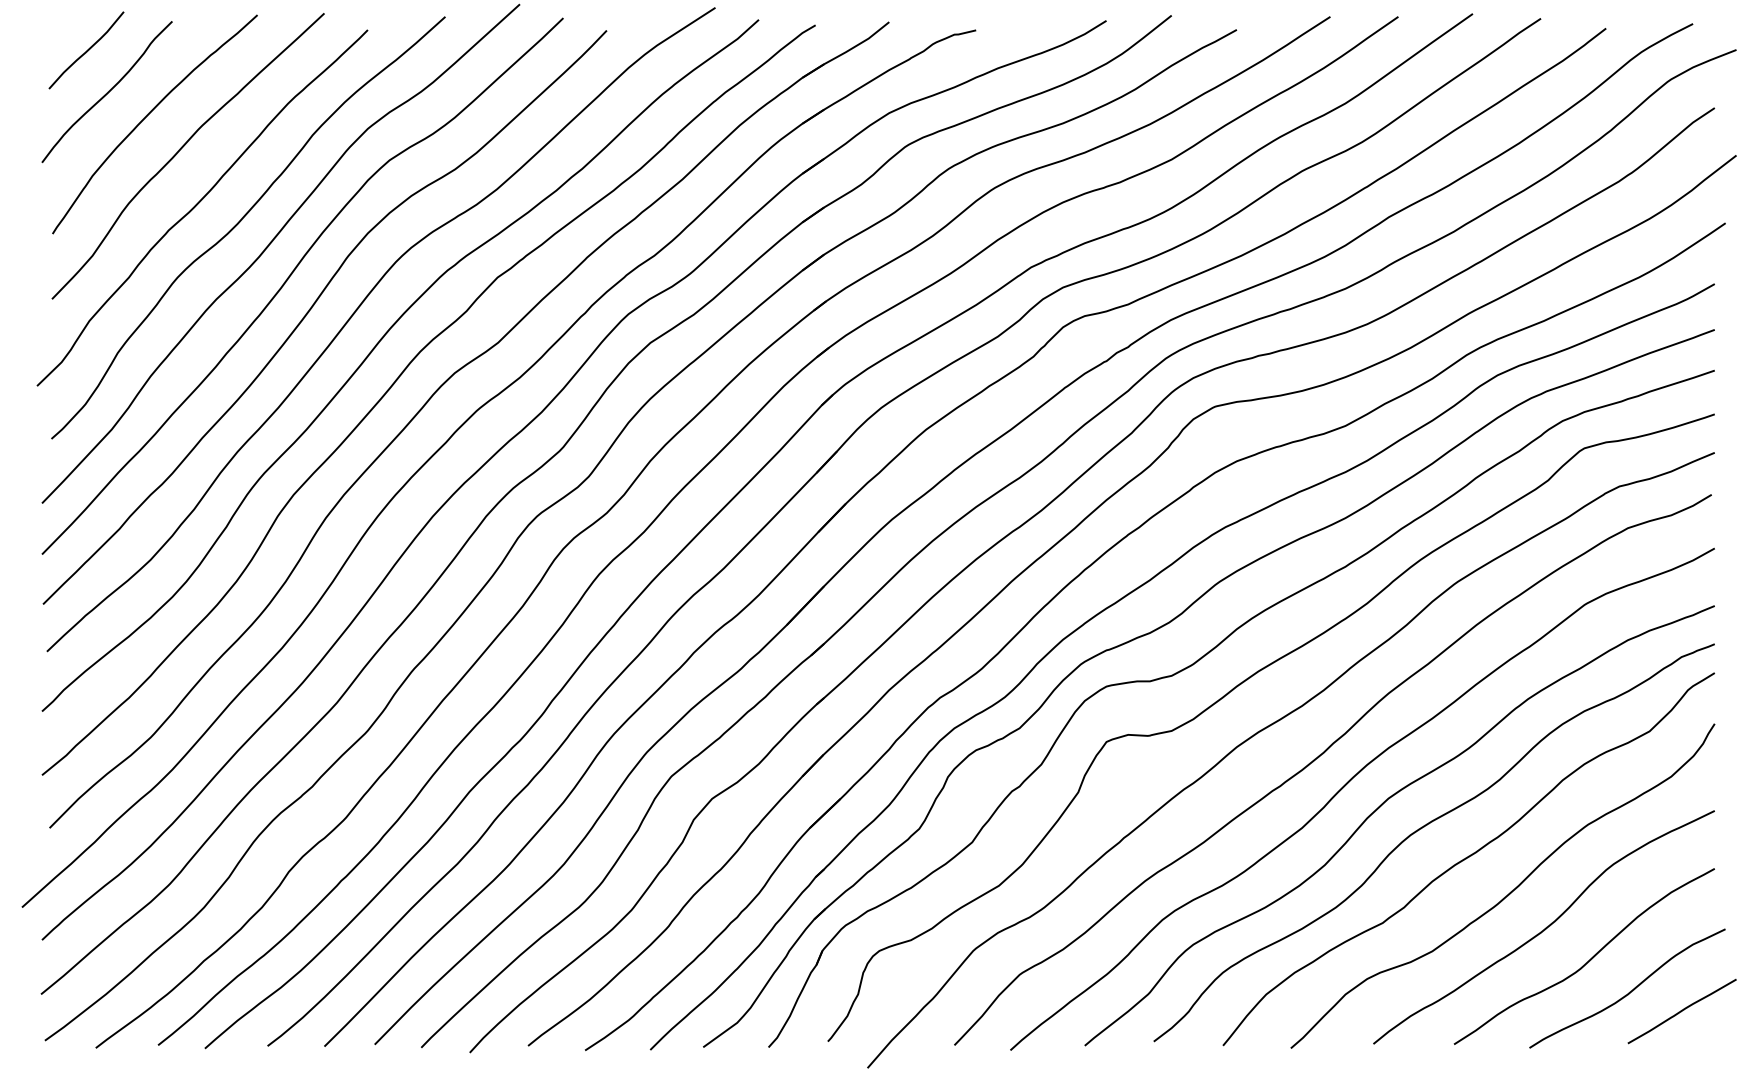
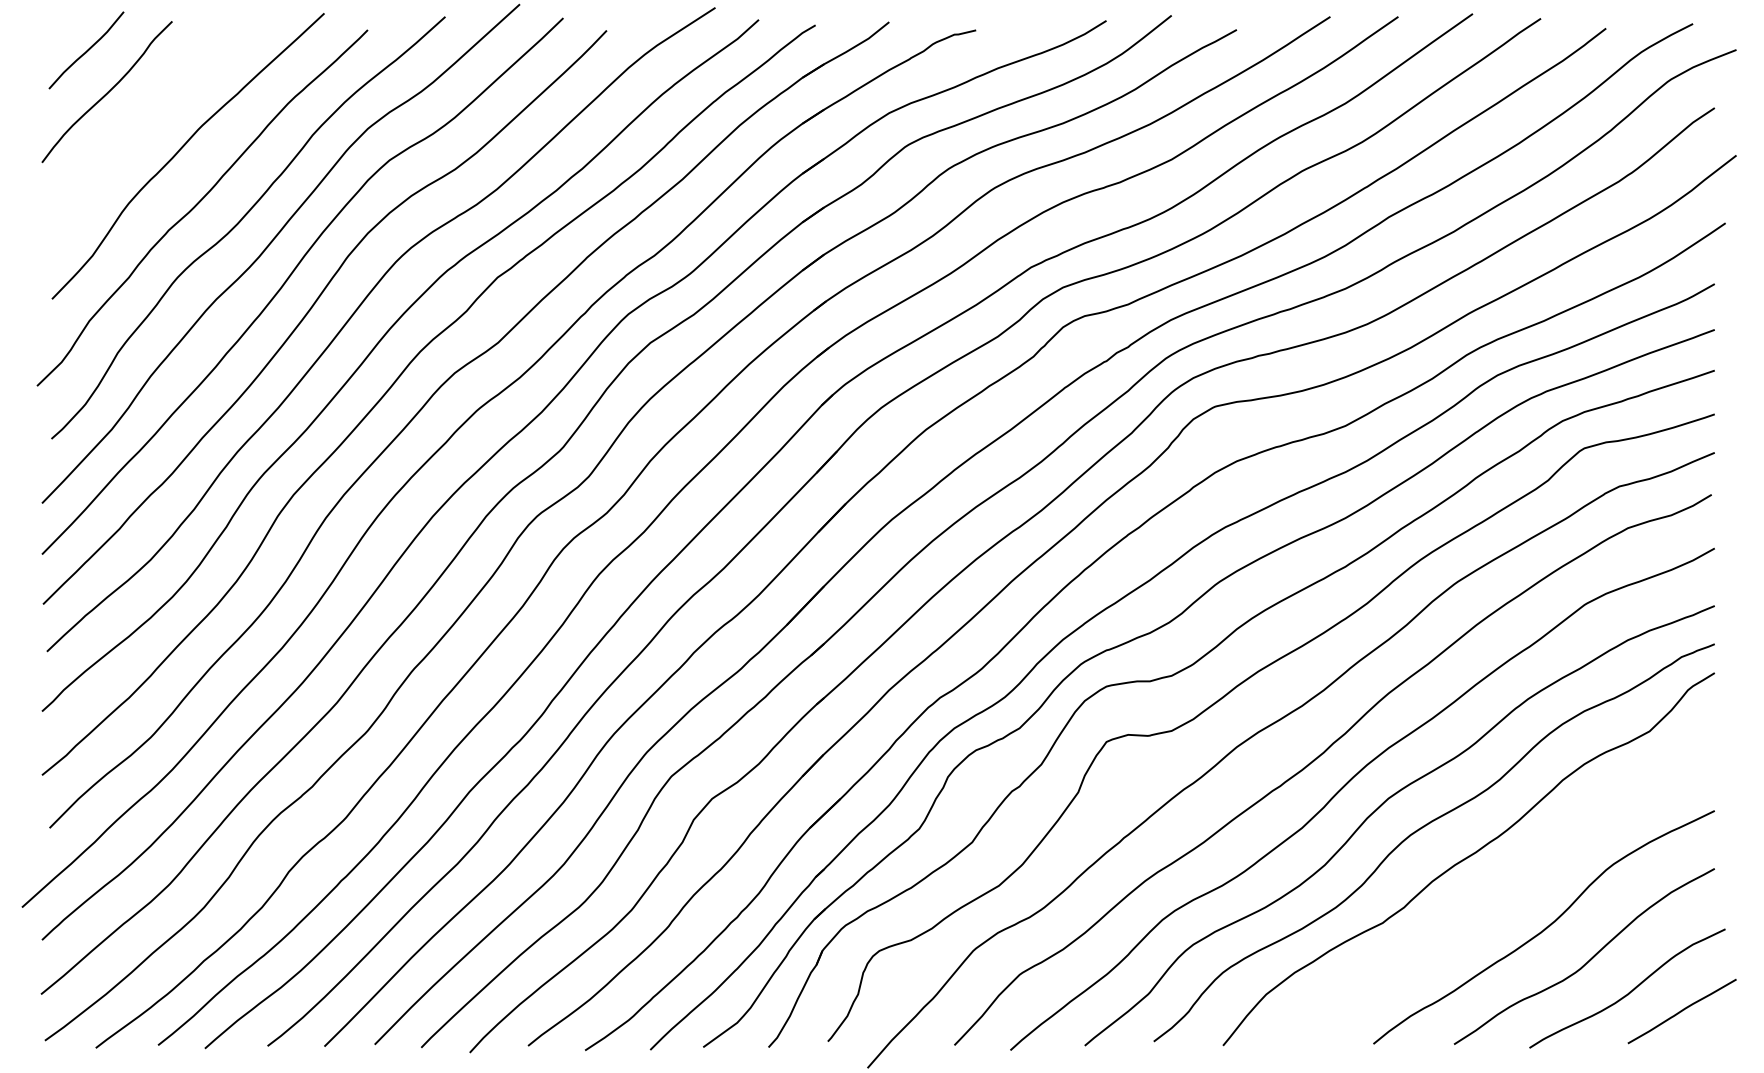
curve at (147, 116): present -> none
curve at (1509, 892): present -> none
